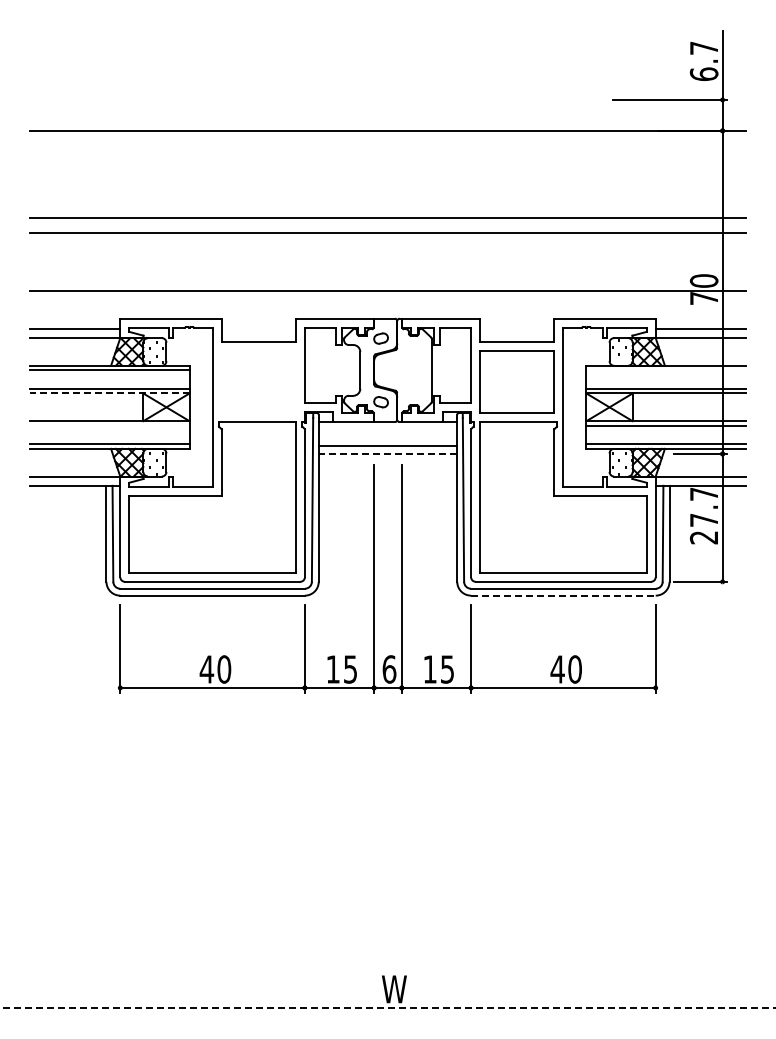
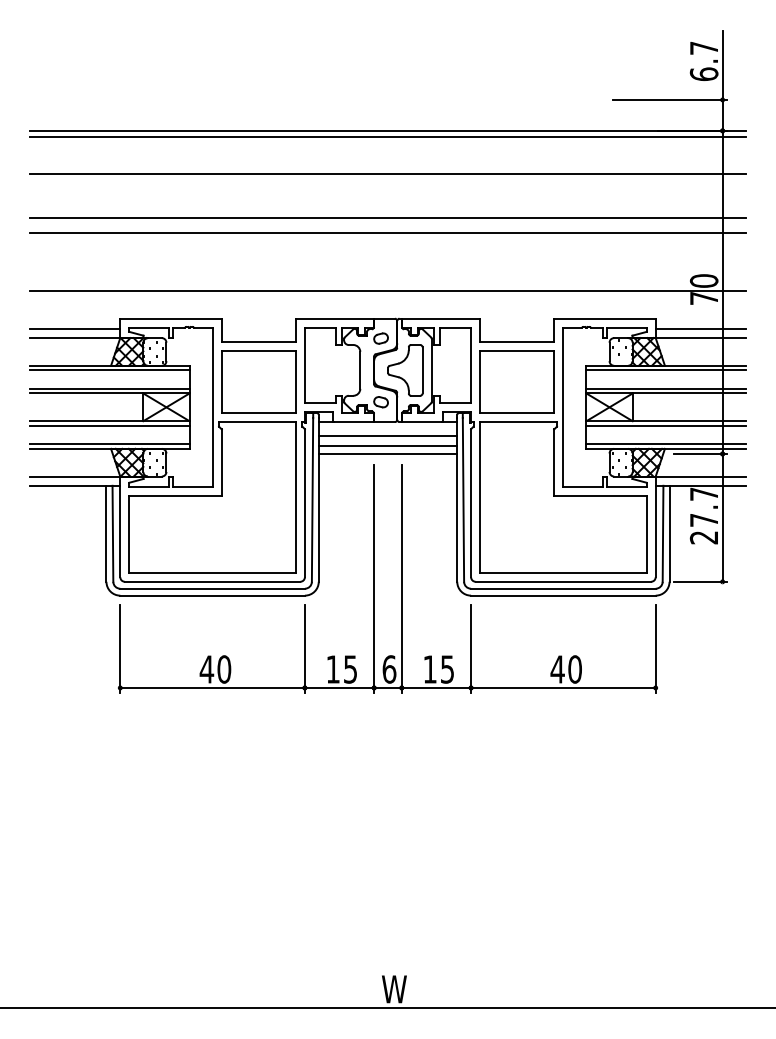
line at (387, 137): none -> present
line at (387, 173): none -> present
part at (405, 370): none -> present
line at (665, 370): none -> present
part at (258, 381): none -> present
line at (109, 393): dashed -> solid
line at (109, 425): none -> present
line at (387, 435): none -> present
line at (387, 453): dashed -> solid
line at (563, 595): dashed -> solid
line at (388, 1007): dashed -> solid
